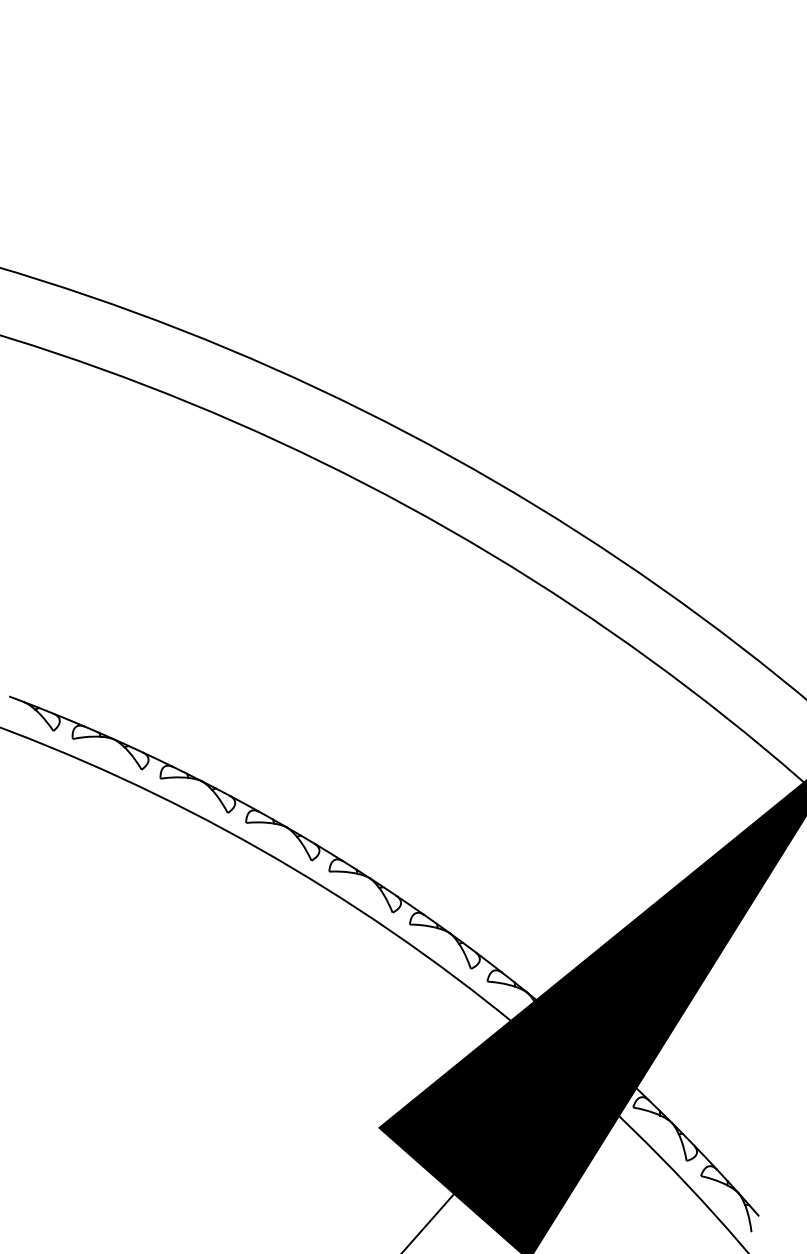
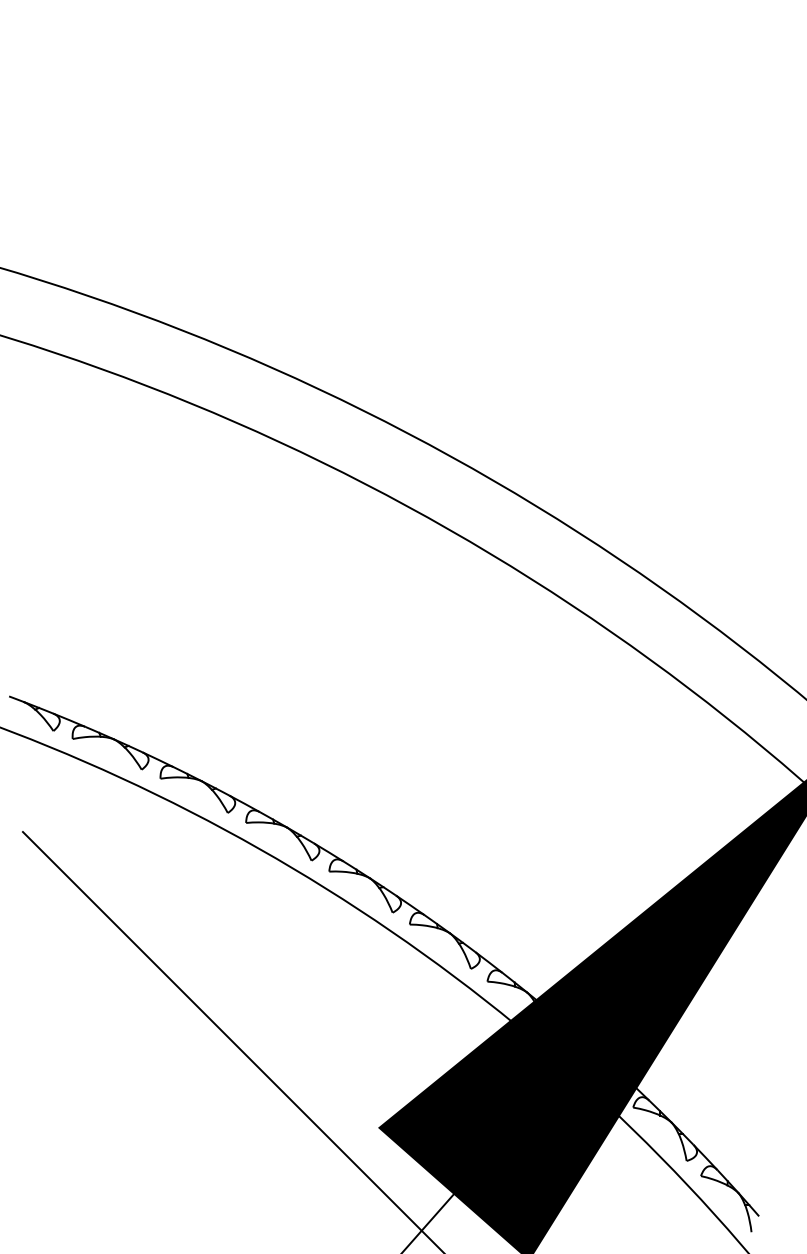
line at (231, 1041): none -> present
